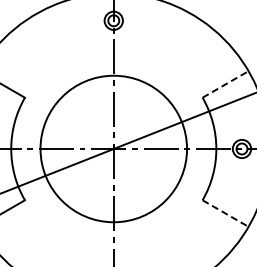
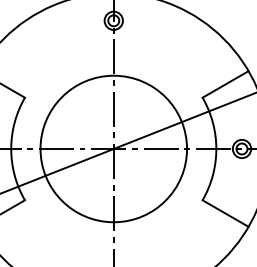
line at (225, 84): dashed -> solid
line at (225, 213): dashed -> solid
